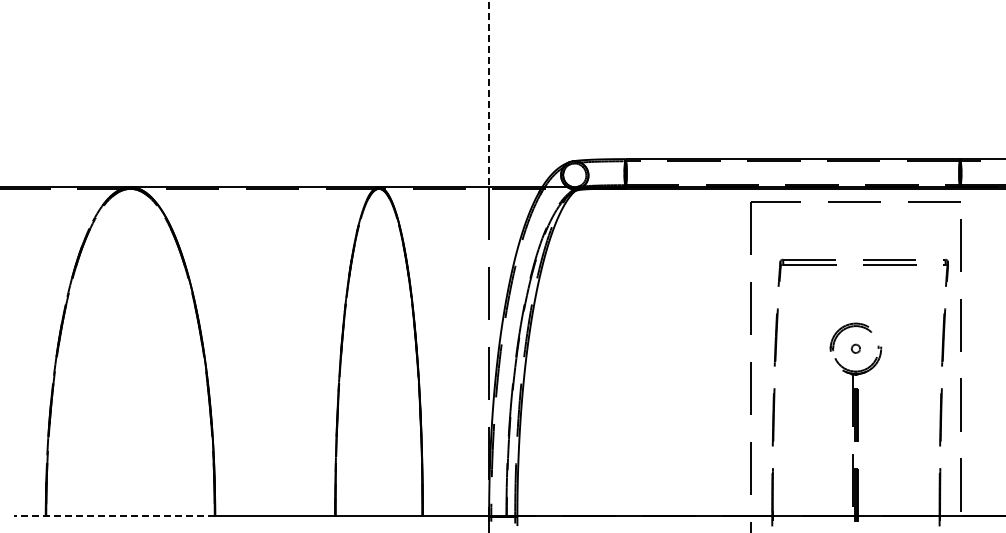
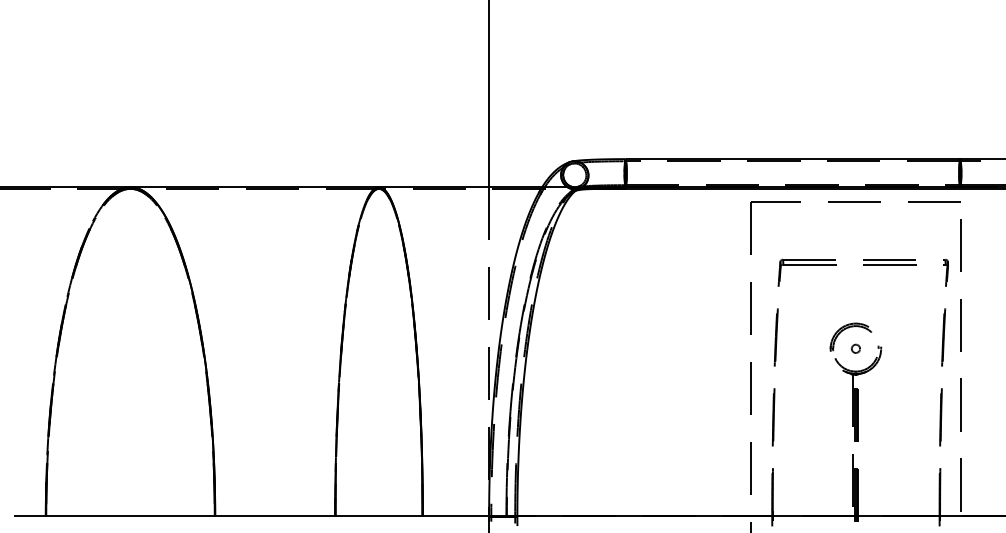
line at (489, 94): dashed -> solid
line at (114, 516): dashed -> solid
